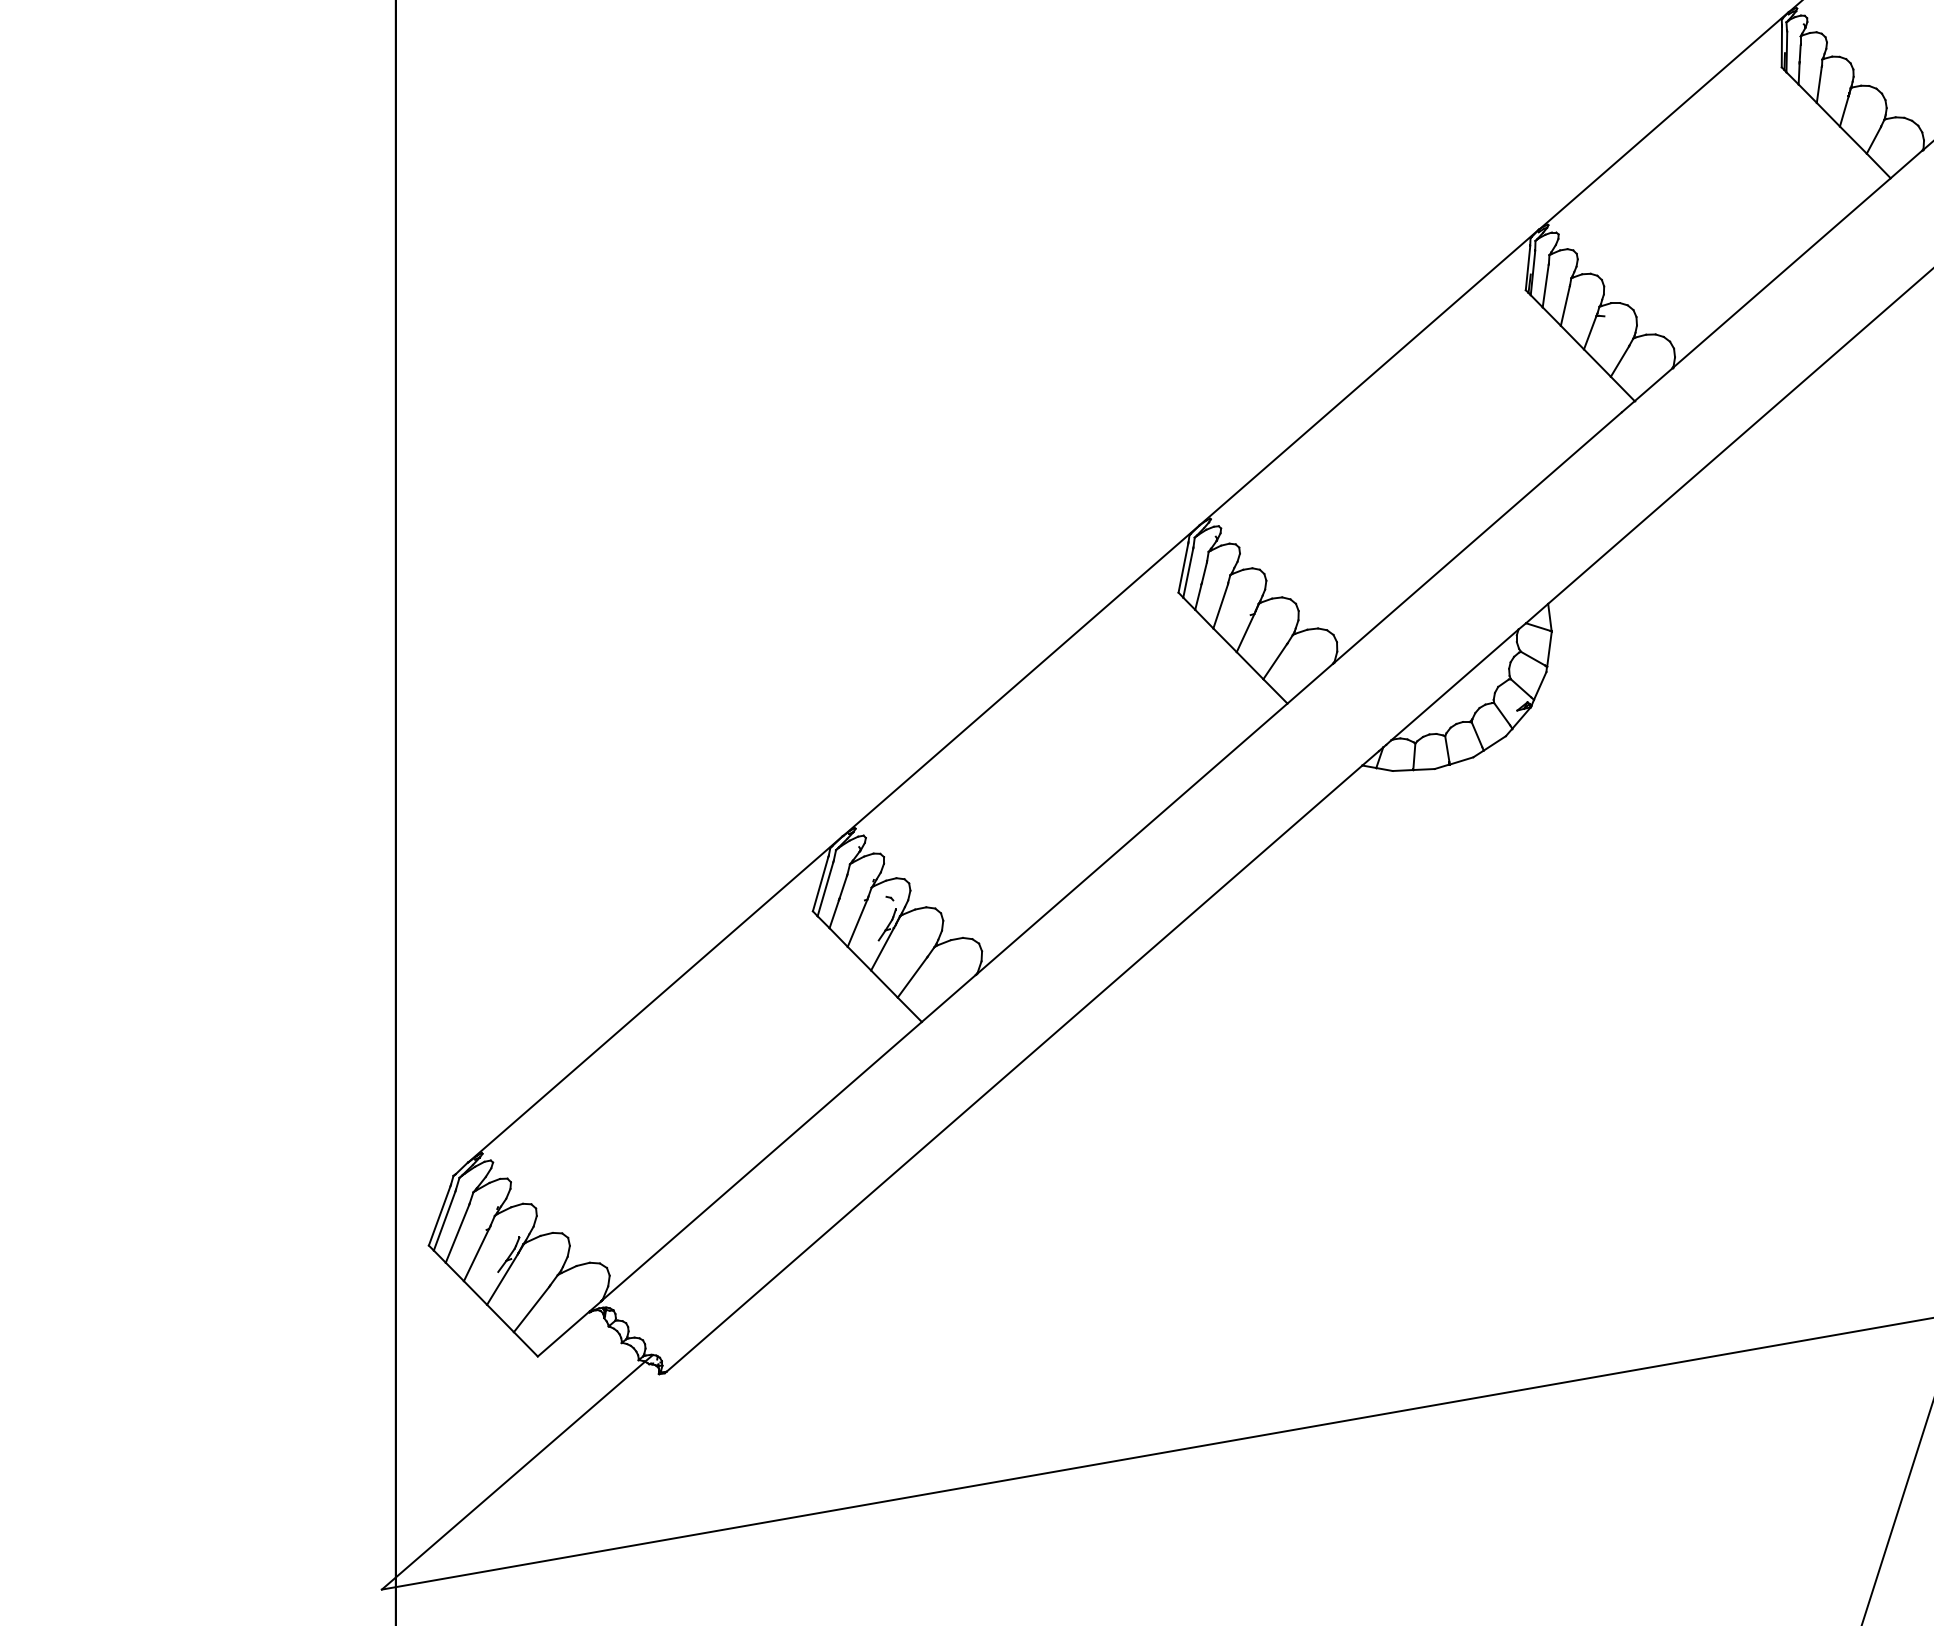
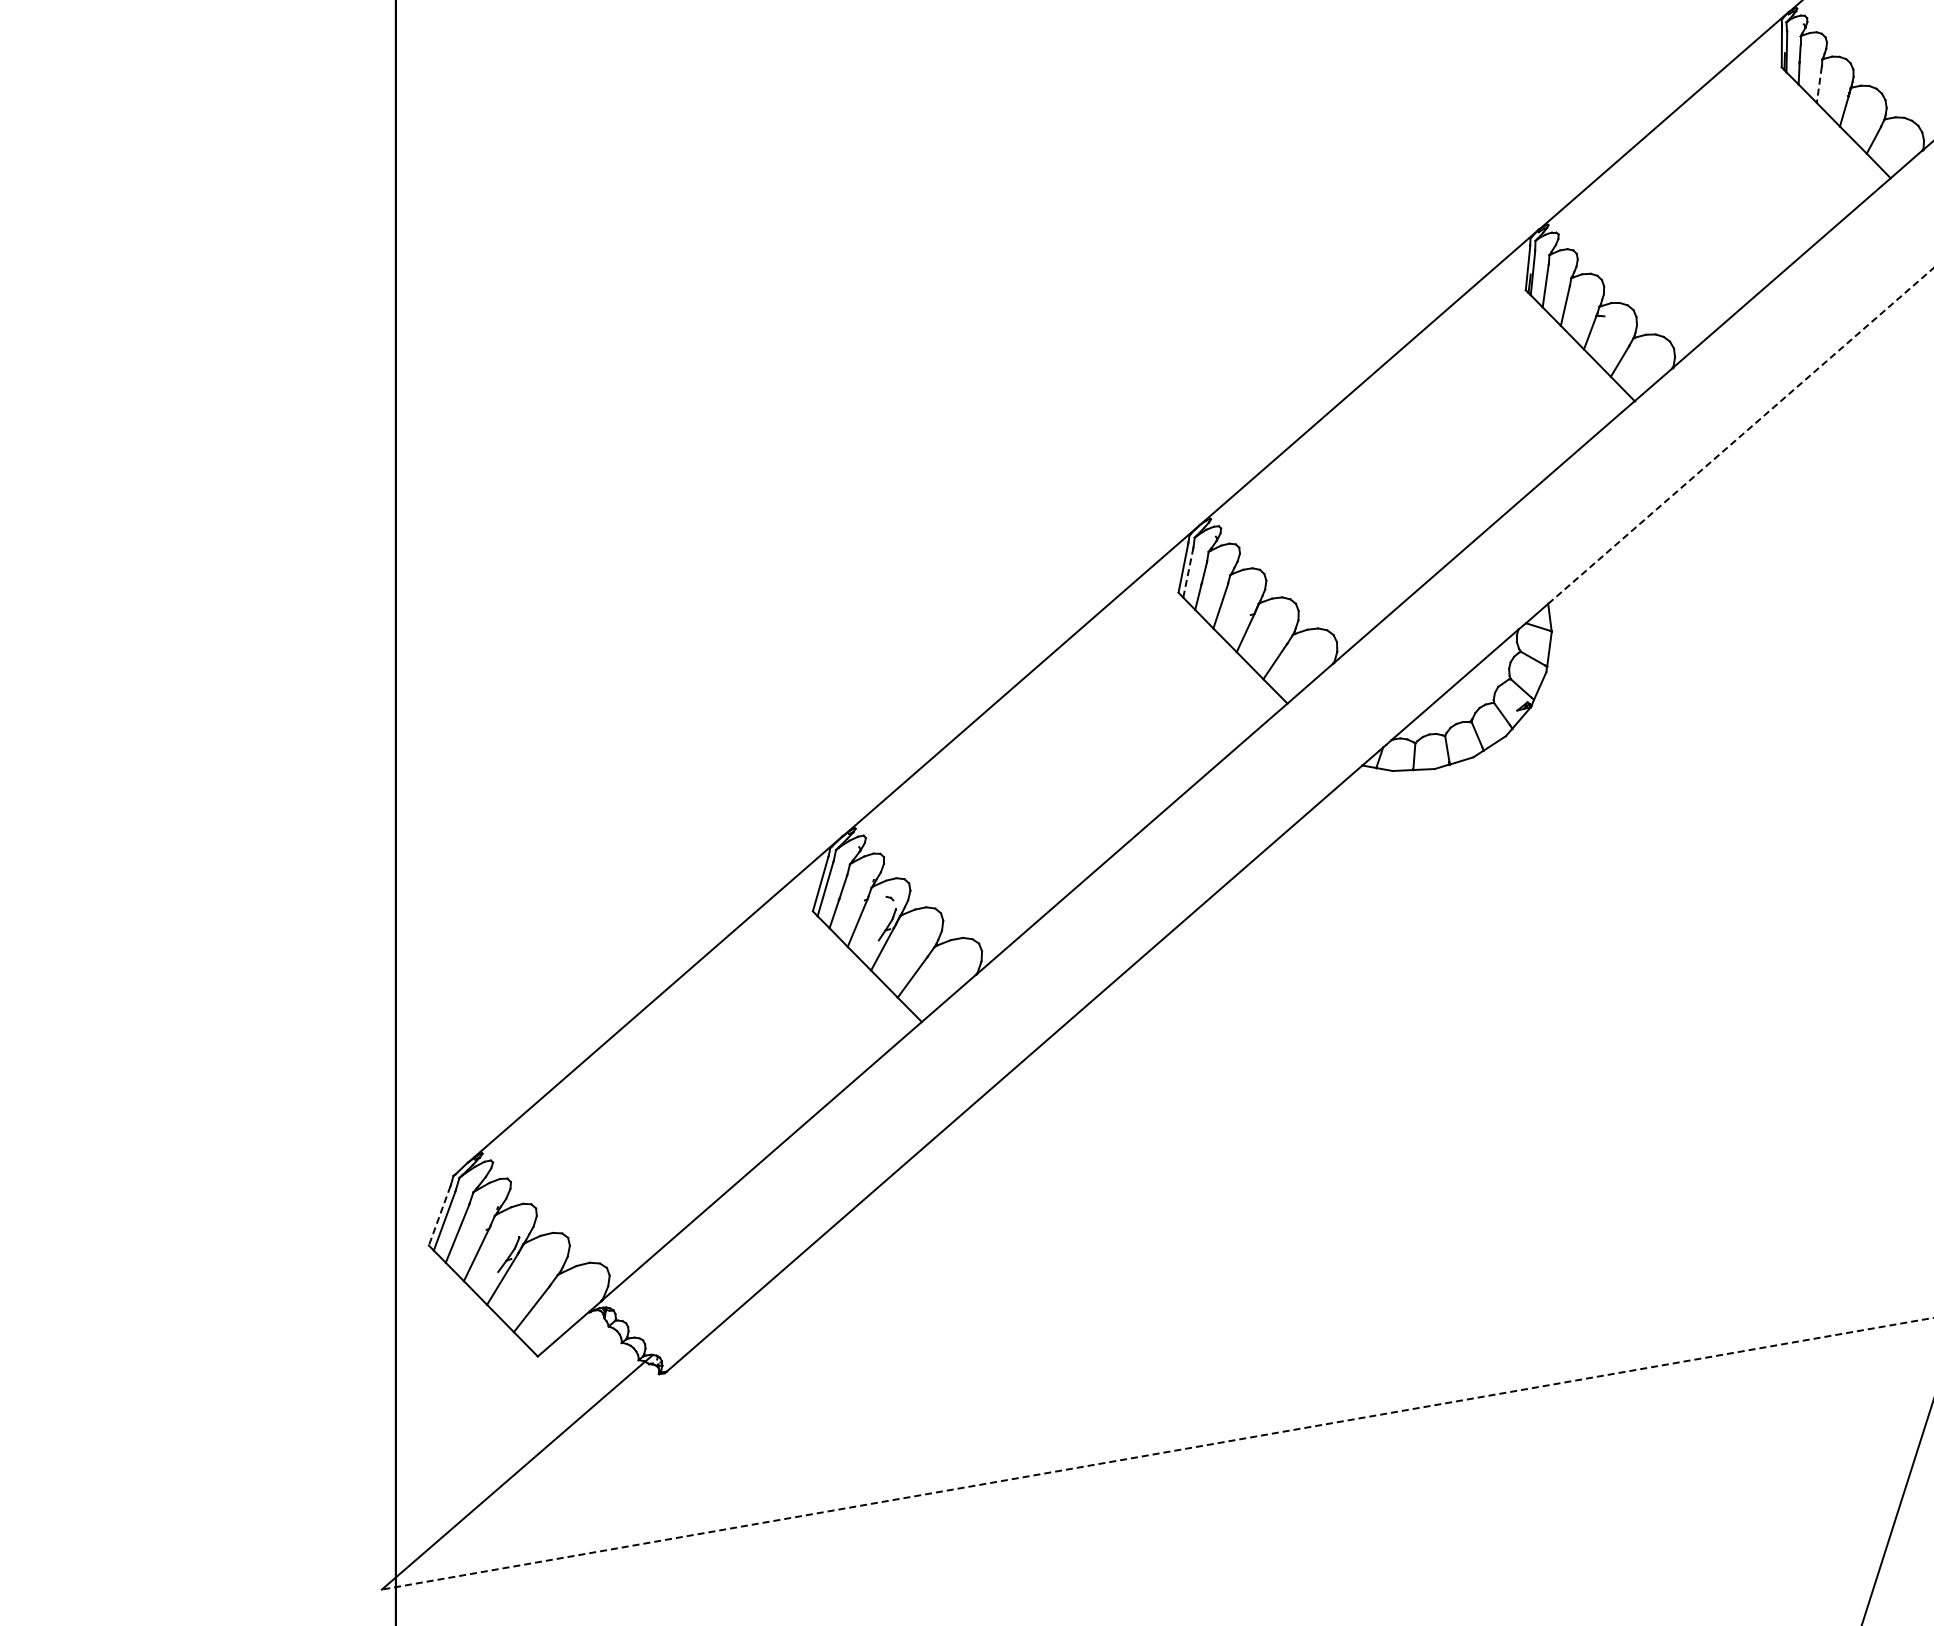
line at (1819, 85): solid -> dashed
line at (1741, 435): solid -> dashed
line at (1188, 572): solid -> dashed
line at (439, 1215): solid -> dashed
line at (1157, 1453): solid -> dashed
